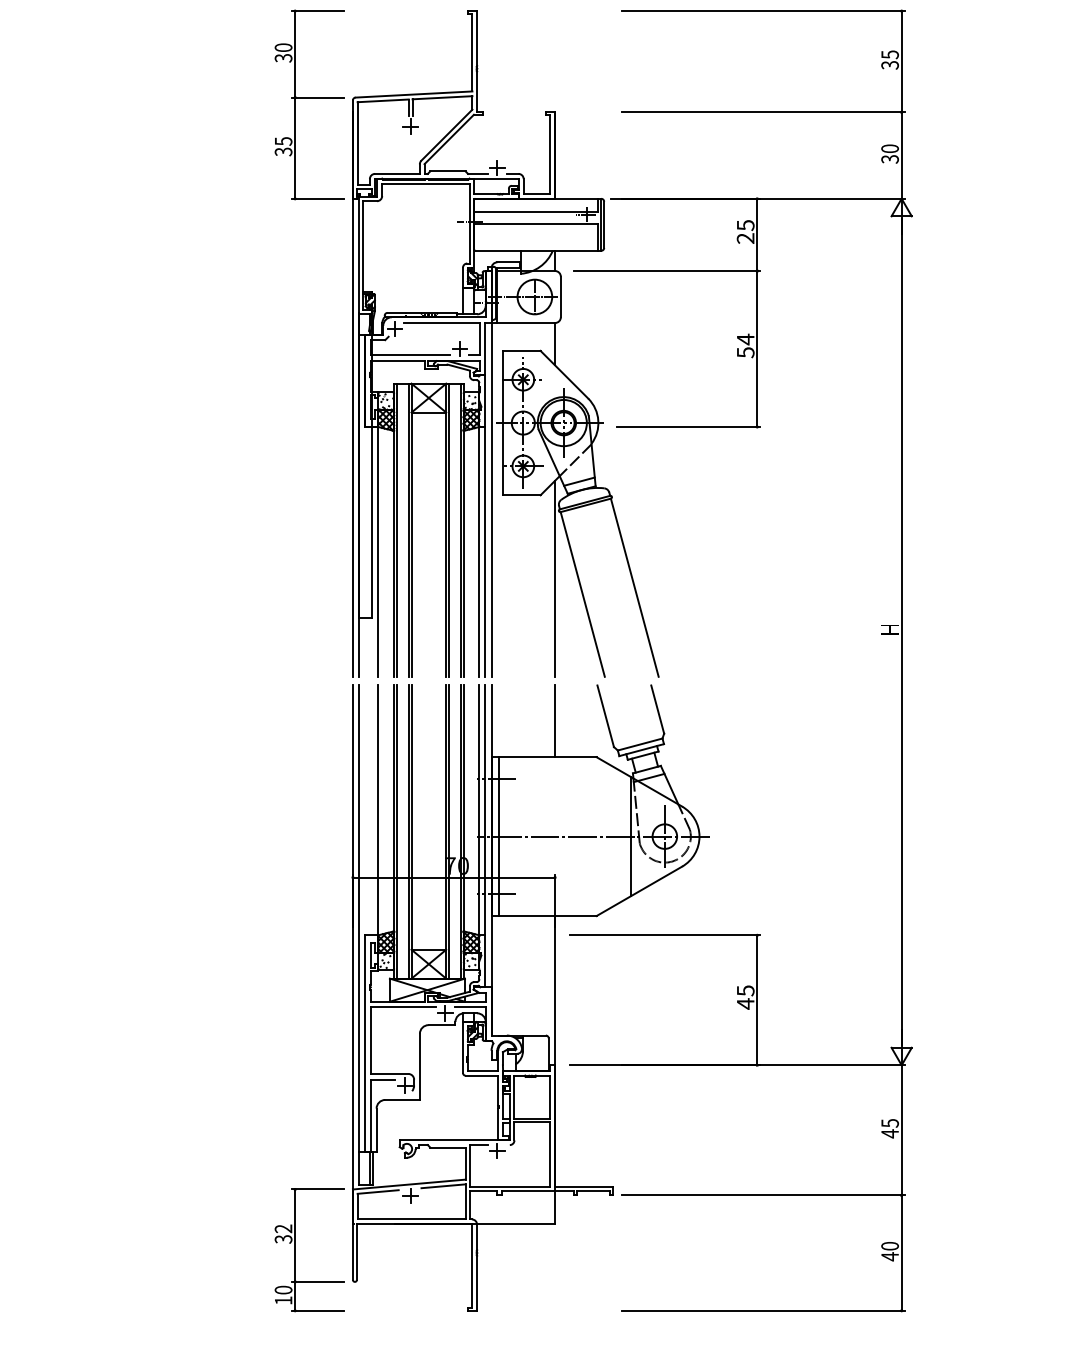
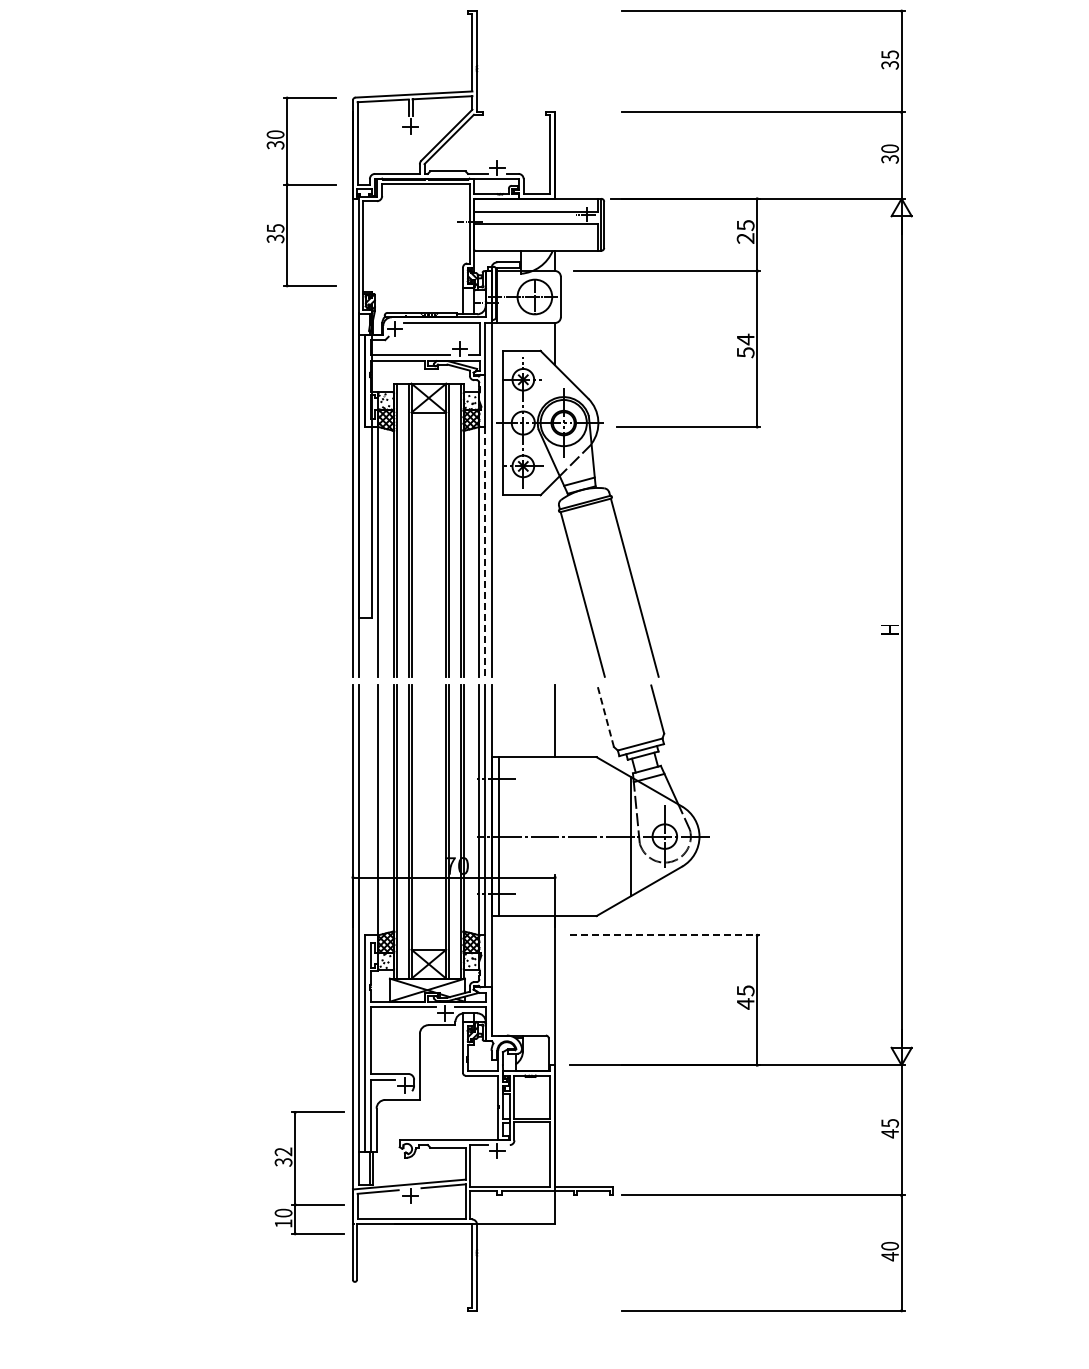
part at (309, 104) position: (309, 104) -> (301, 191)
line at (485, 551): solid -> dashed
line at (555, 578): present -> none
line at (605, 716): solid -> dashed
line at (665, 935): solid -> dashed
part at (295, 1250) position: (295, 1250) -> (295, 1173)
